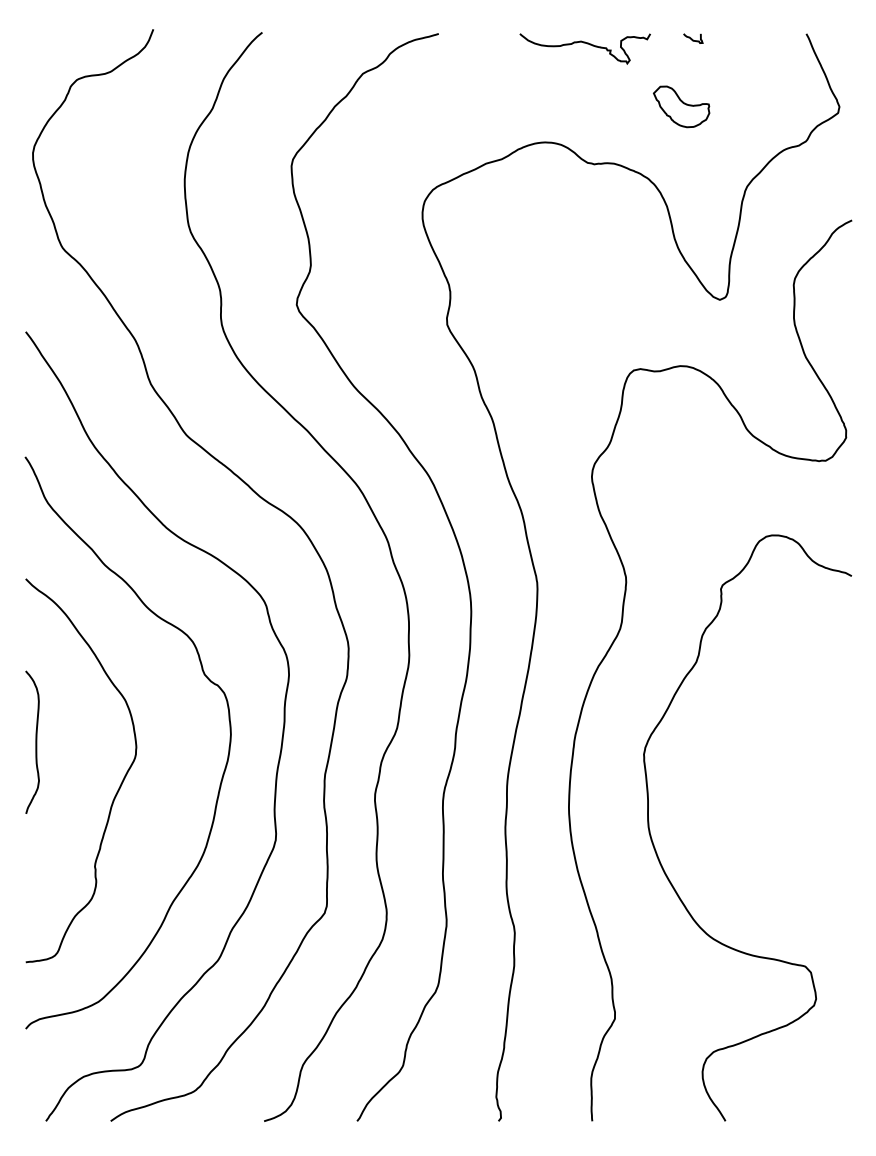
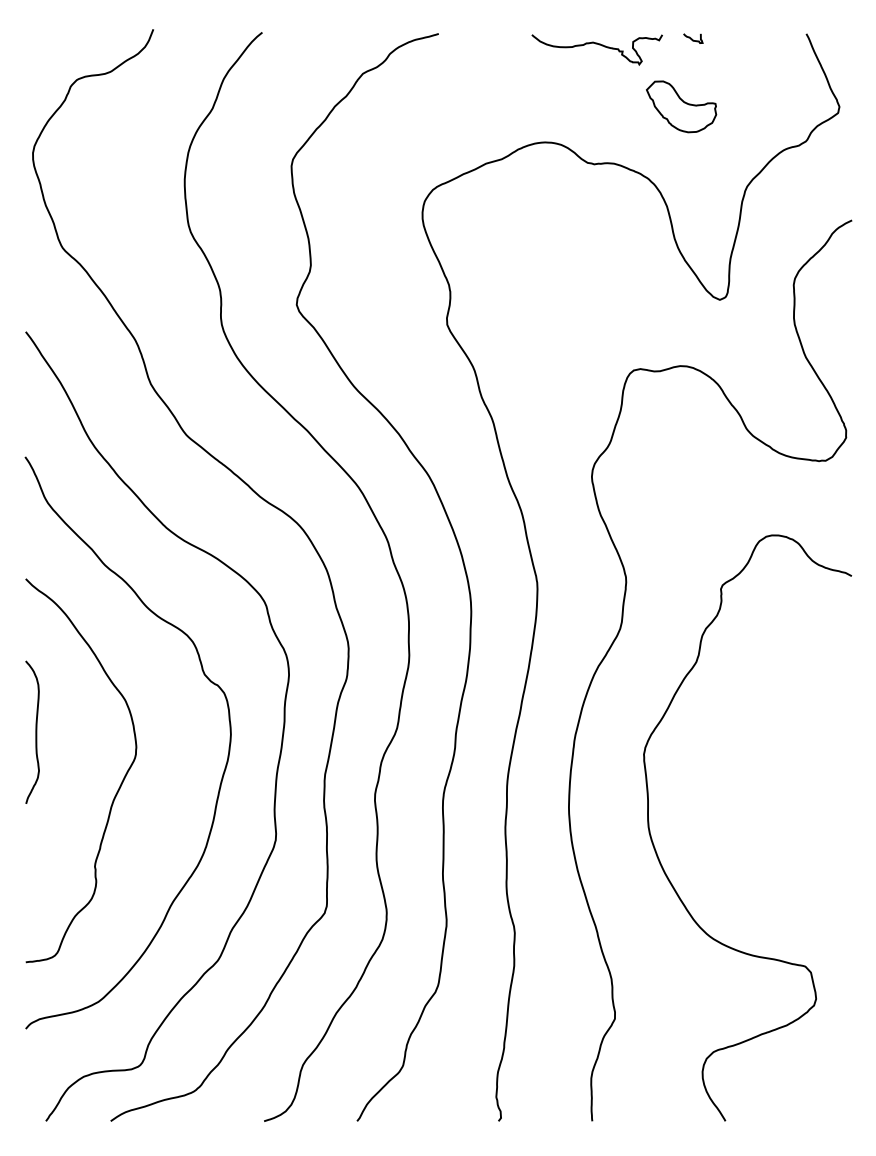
curve at (584, 43) position: (584, 43) -> (596, 44)
part at (681, 106) size: 58x44 px -> 72x54 px
curve at (35, 741) position: (35, 741) -> (35, 731)
